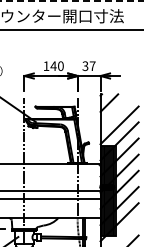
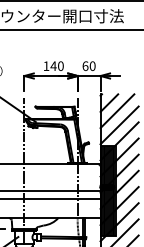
line at (71, 1): dashed -> solid
text at (88, 66): 37 -> 60
line at (117, 111): none -> present
line at (126, 231): none -> present
